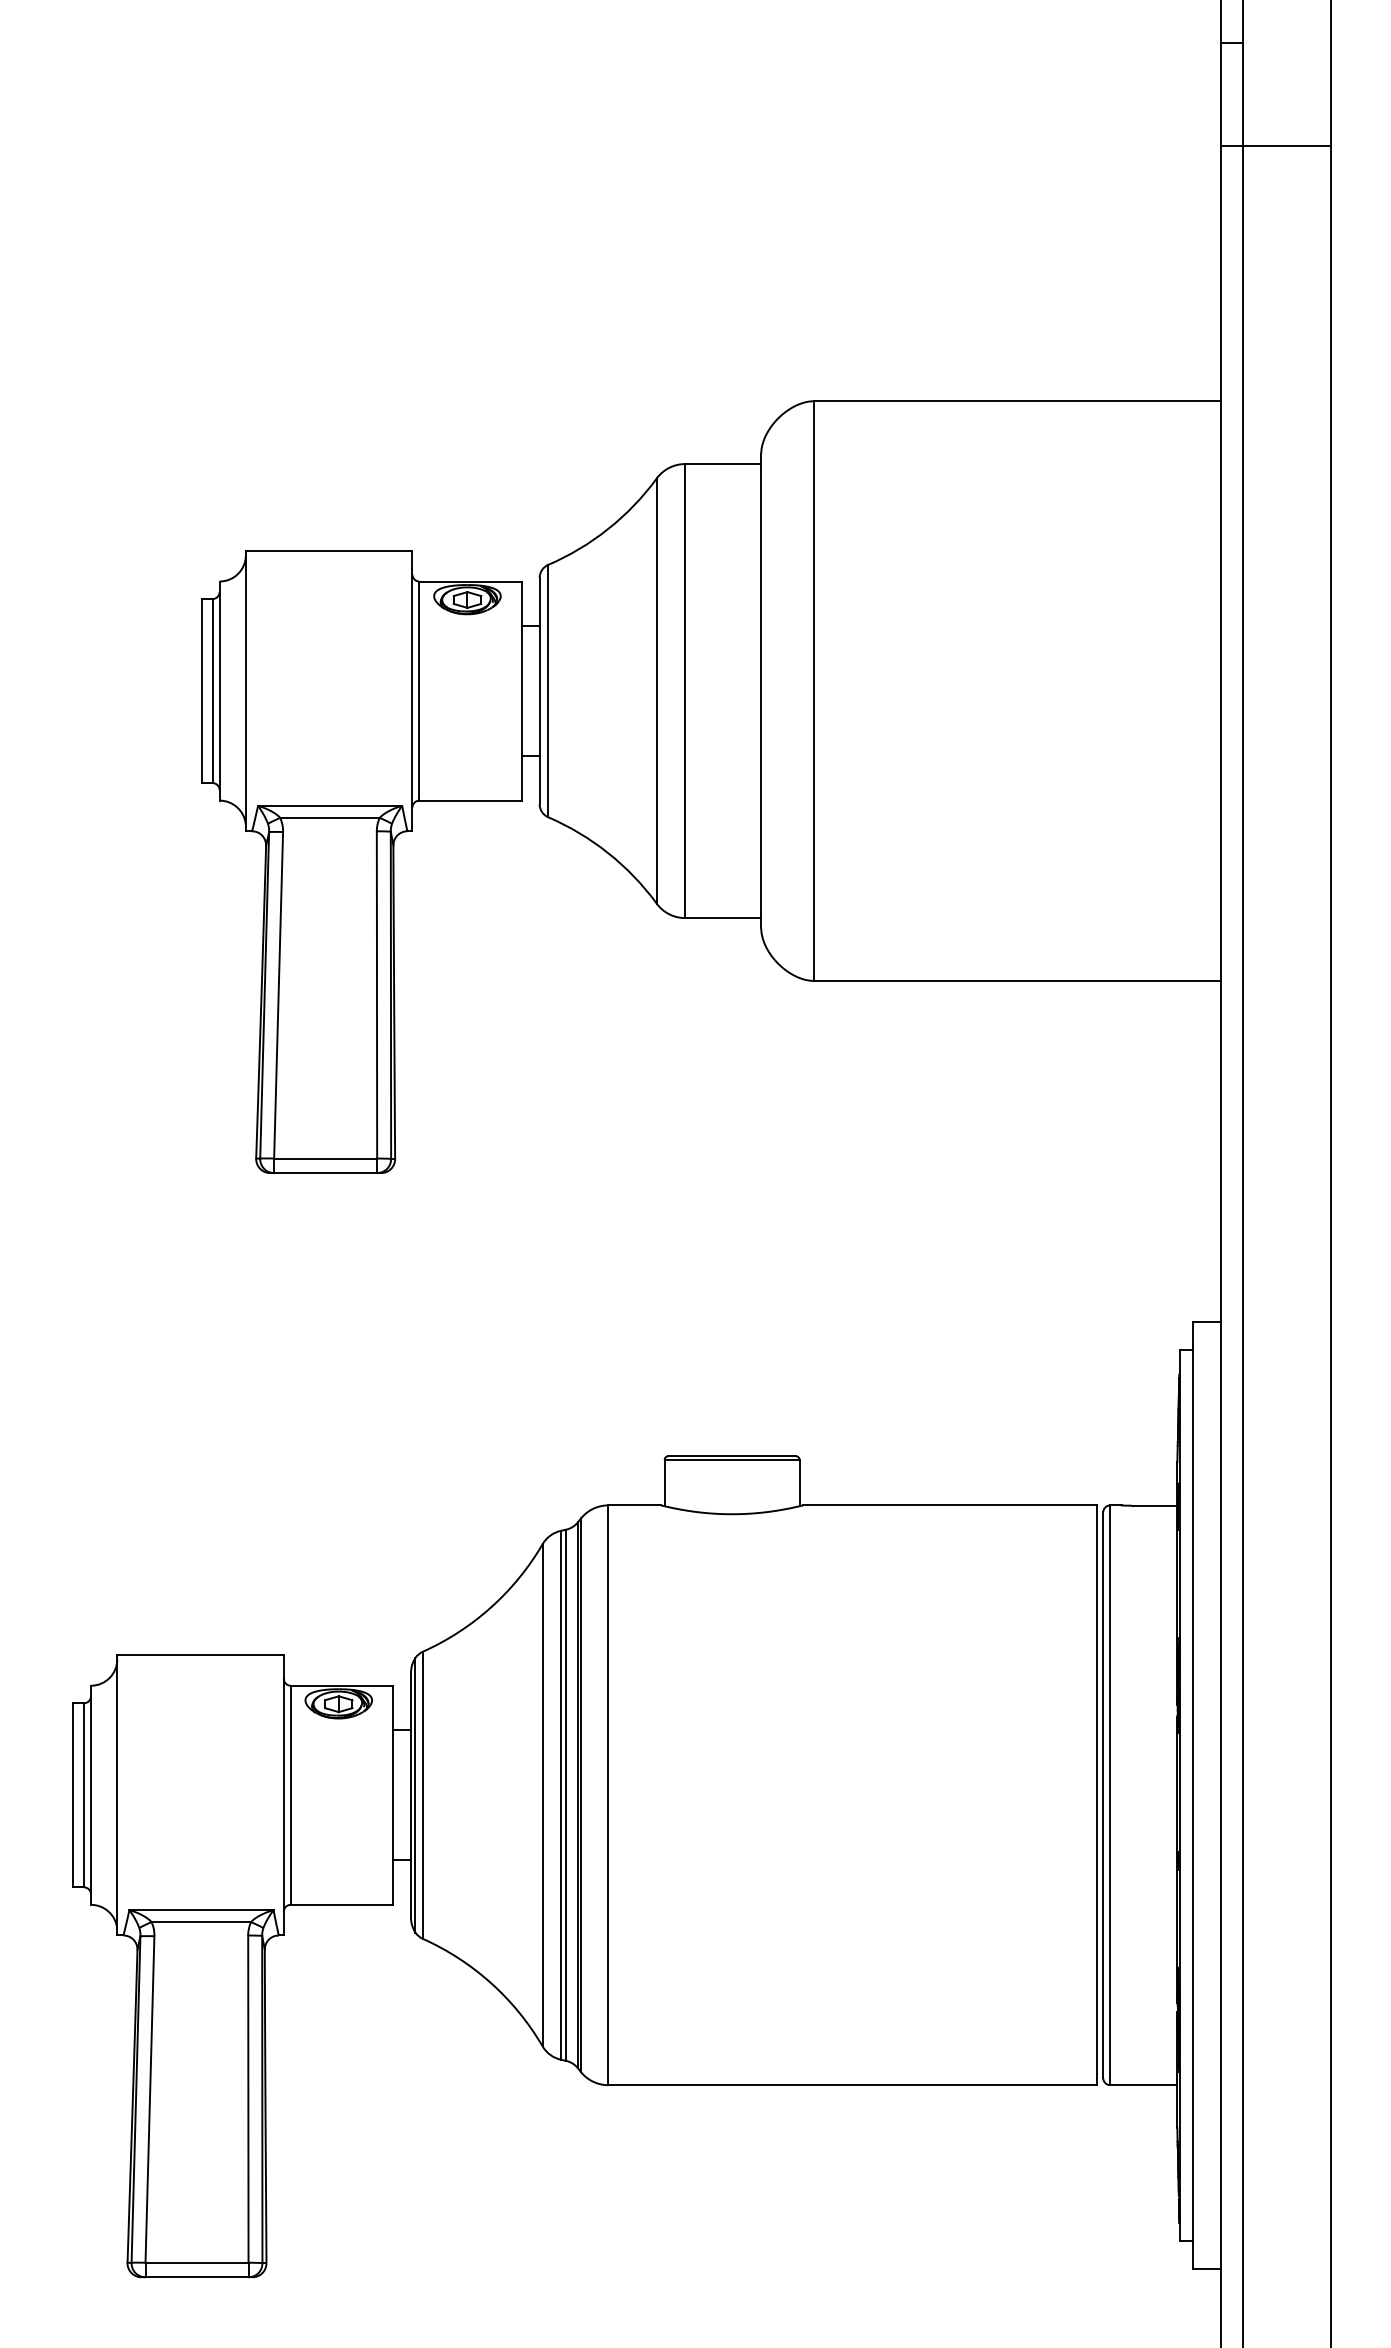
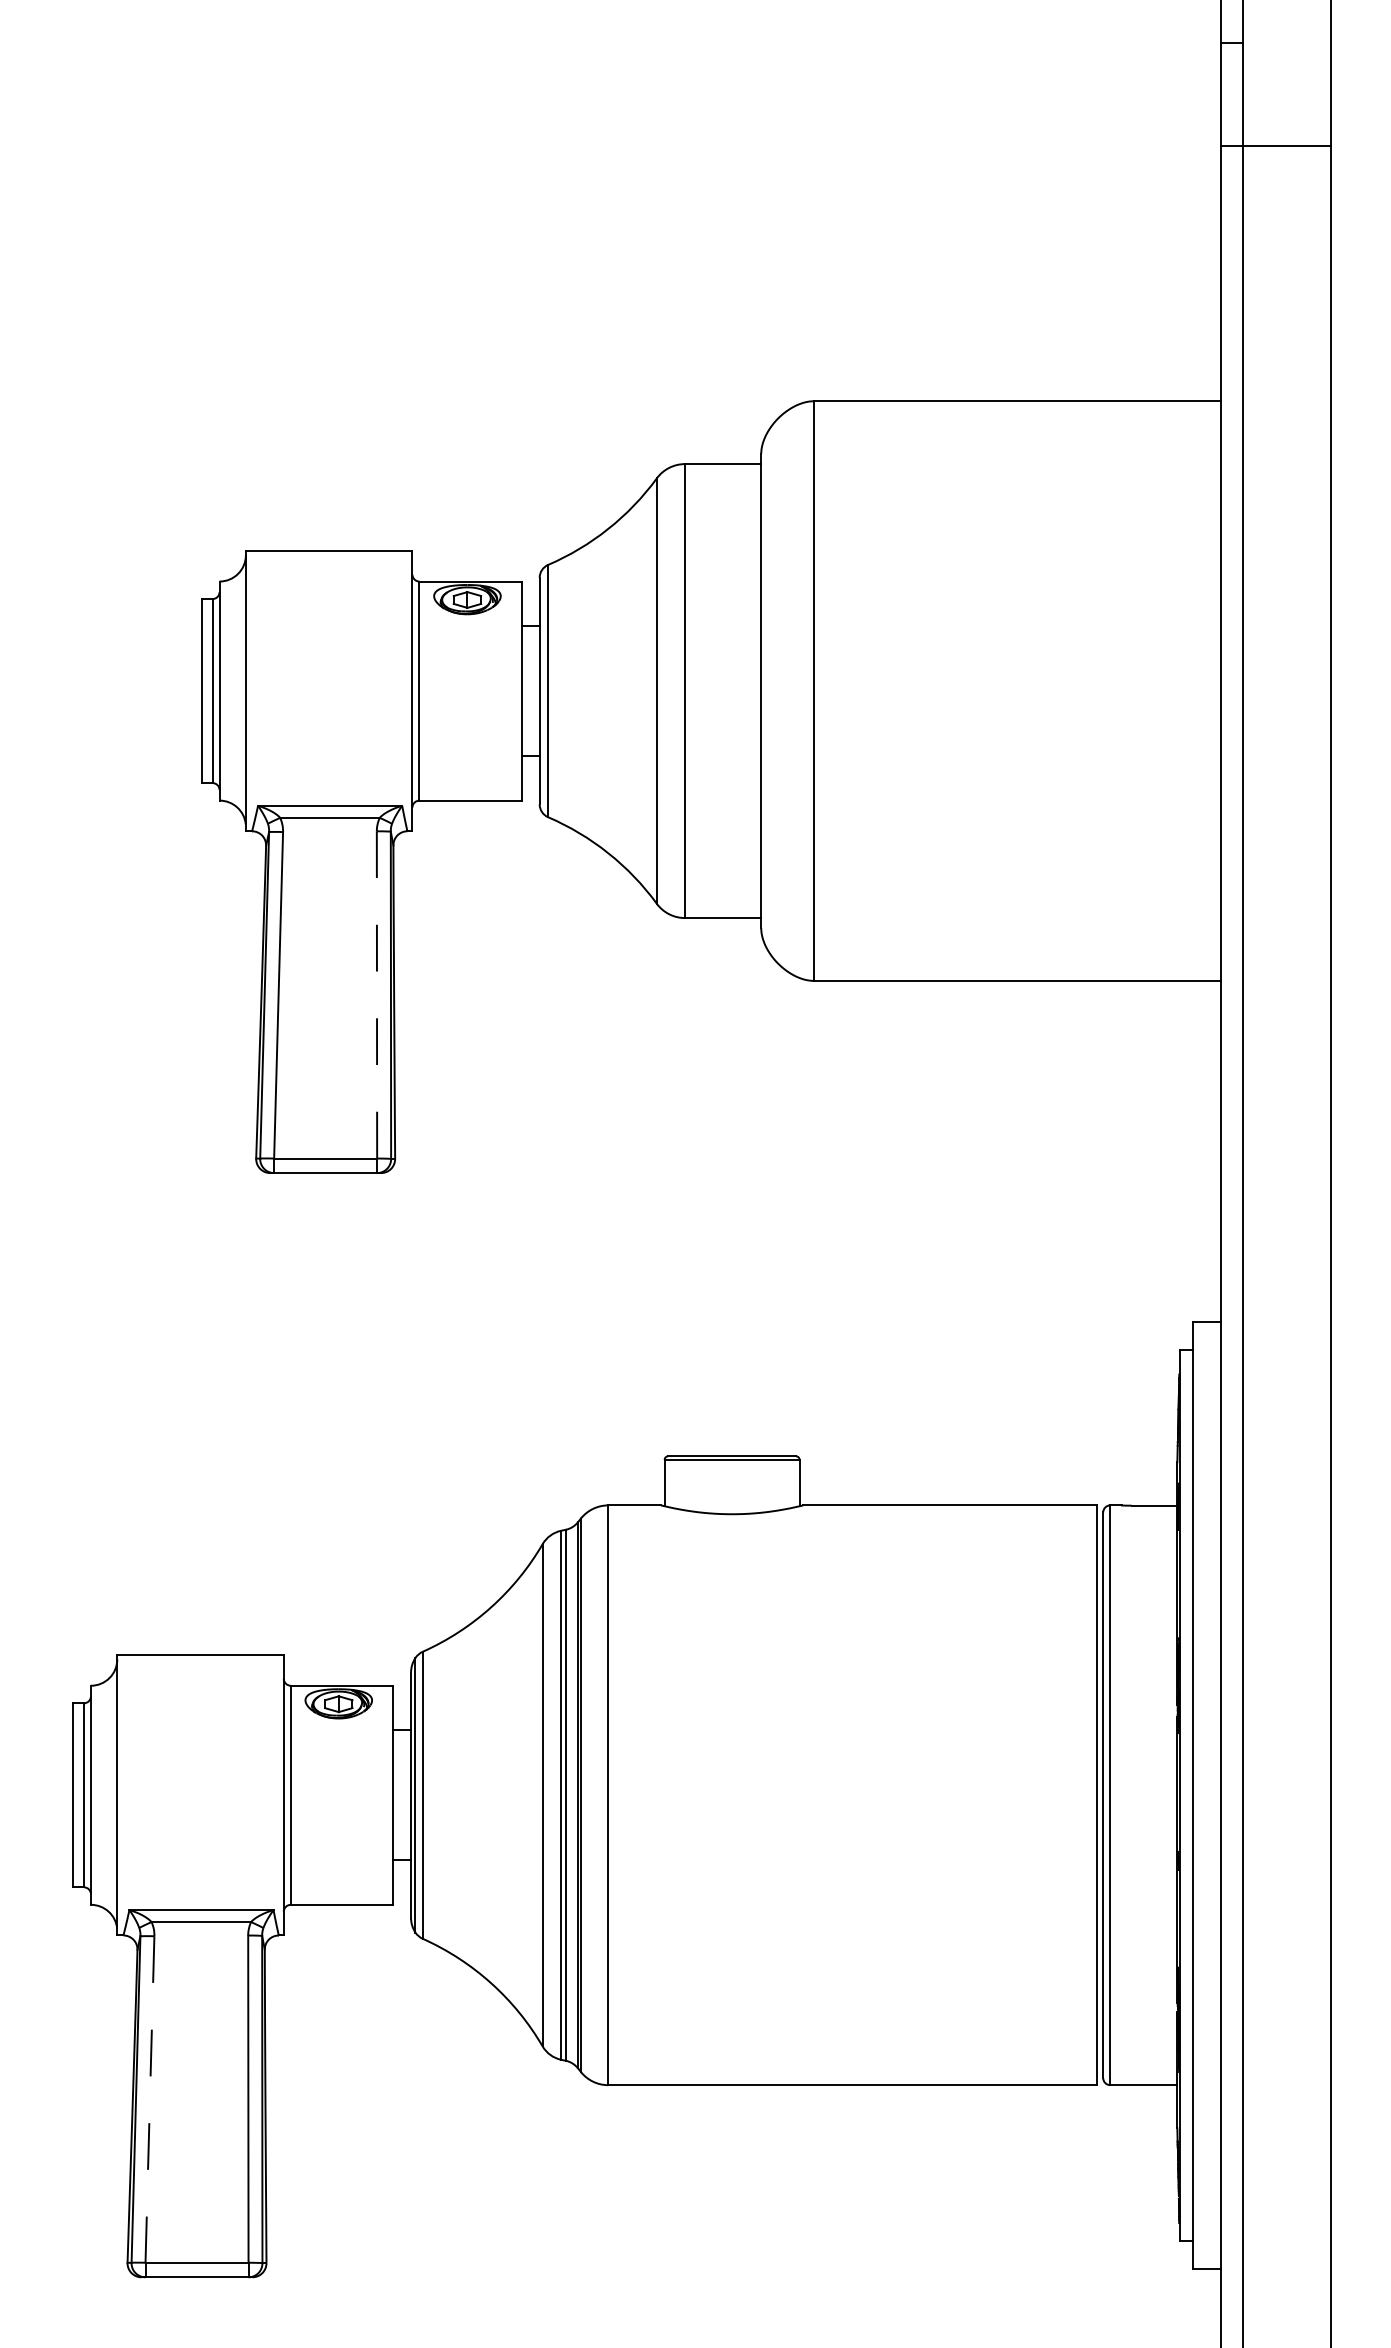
line at (377, 994): solid -> dashed
line at (149, 2099): solid -> dashed
